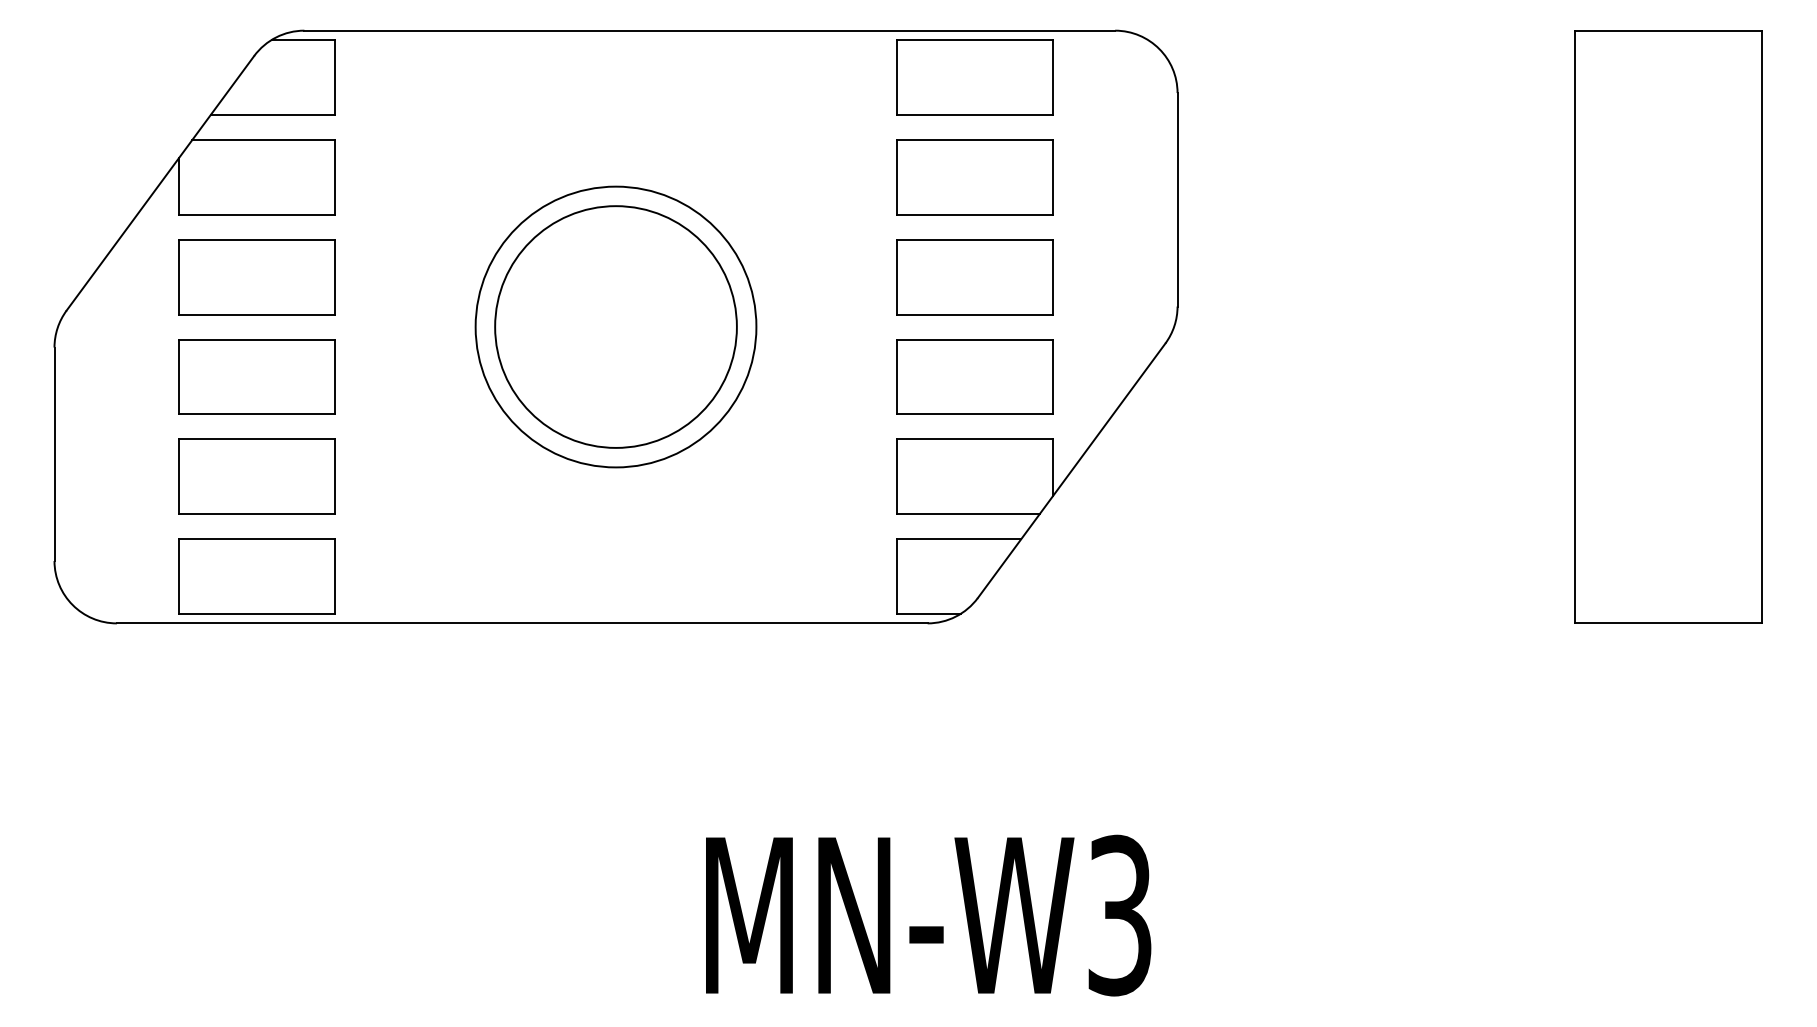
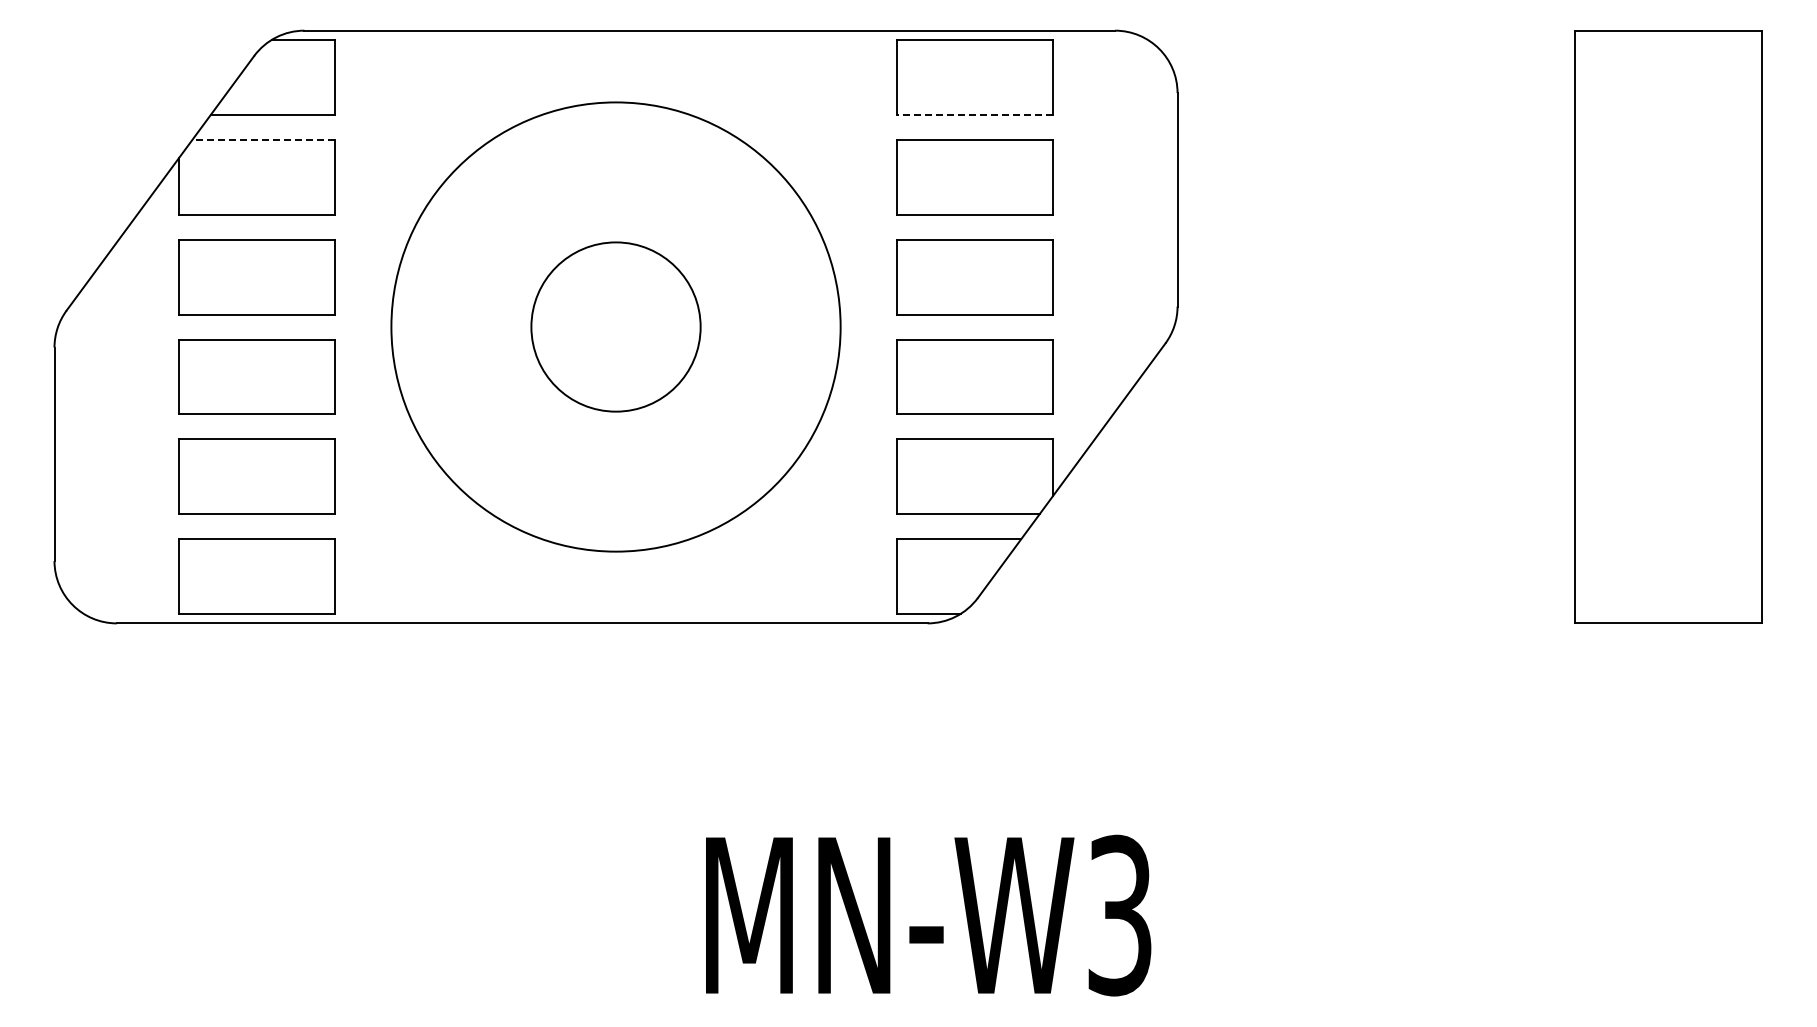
line at (974, 114): solid -> dashed
line at (263, 139): solid -> dashed
circle at (615, 326) diameter: 242 px -> 169 px
circle at (615, 326) diameter: 281 px -> 449 px
